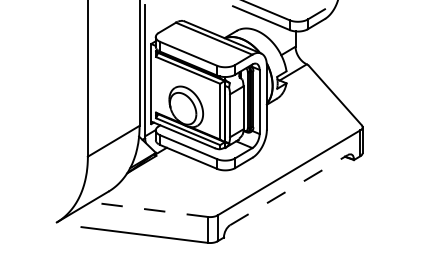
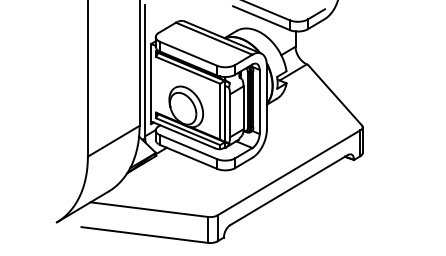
line at (289, 189): dashed -> solid
line at (148, 209): dashed -> solid
